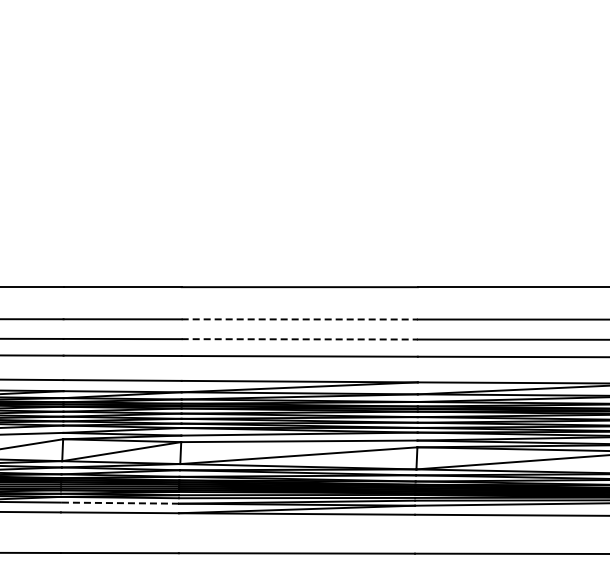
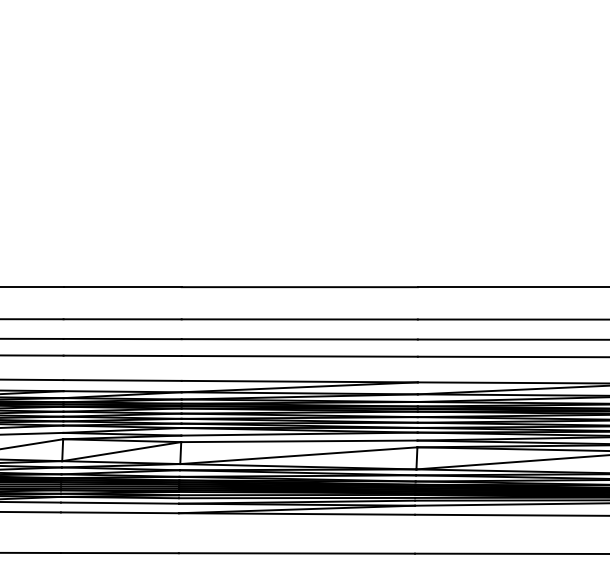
line at (300, 319): dashed -> solid
line at (300, 339): dashed -> solid
line at (119, 503): dashed -> solid
